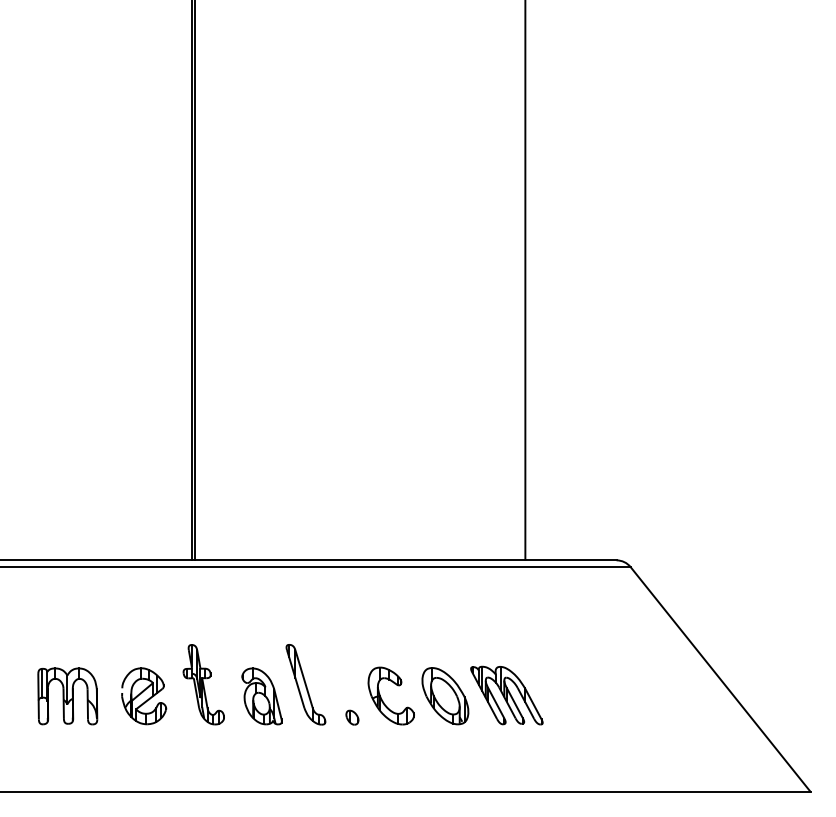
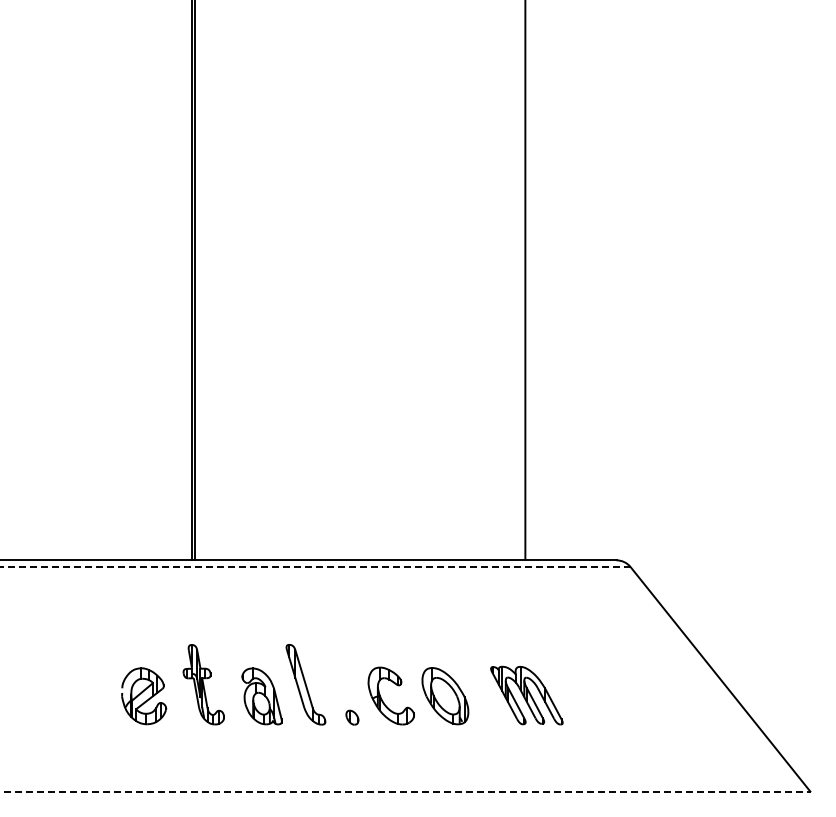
line at (314, 567): solid -> dashed
part at (506, 695) position: (506, 695) -> (526, 695)
part at (67, 696): present -> none
line at (406, 792): solid -> dashed
